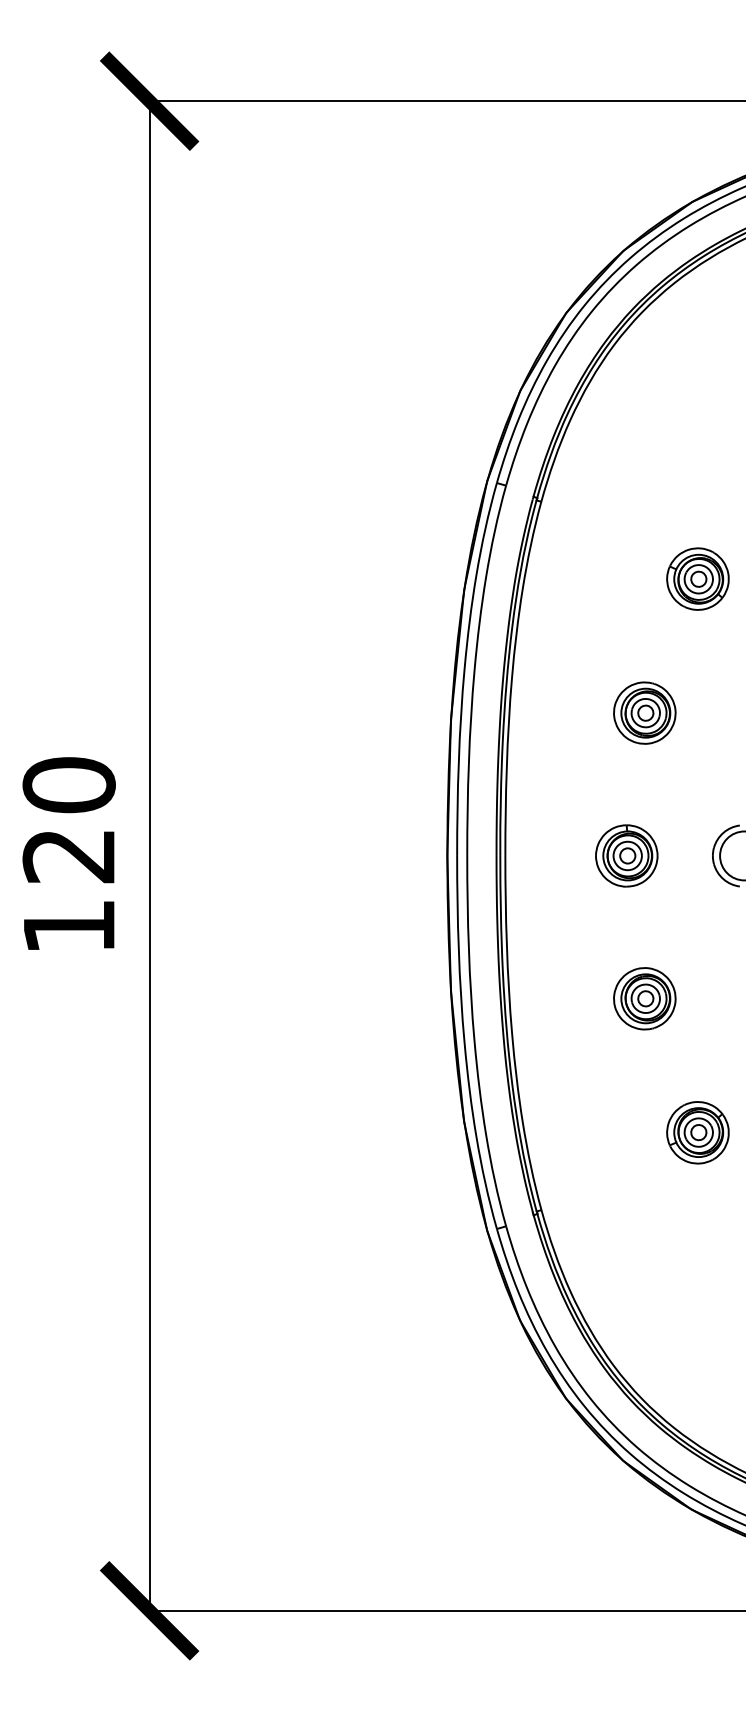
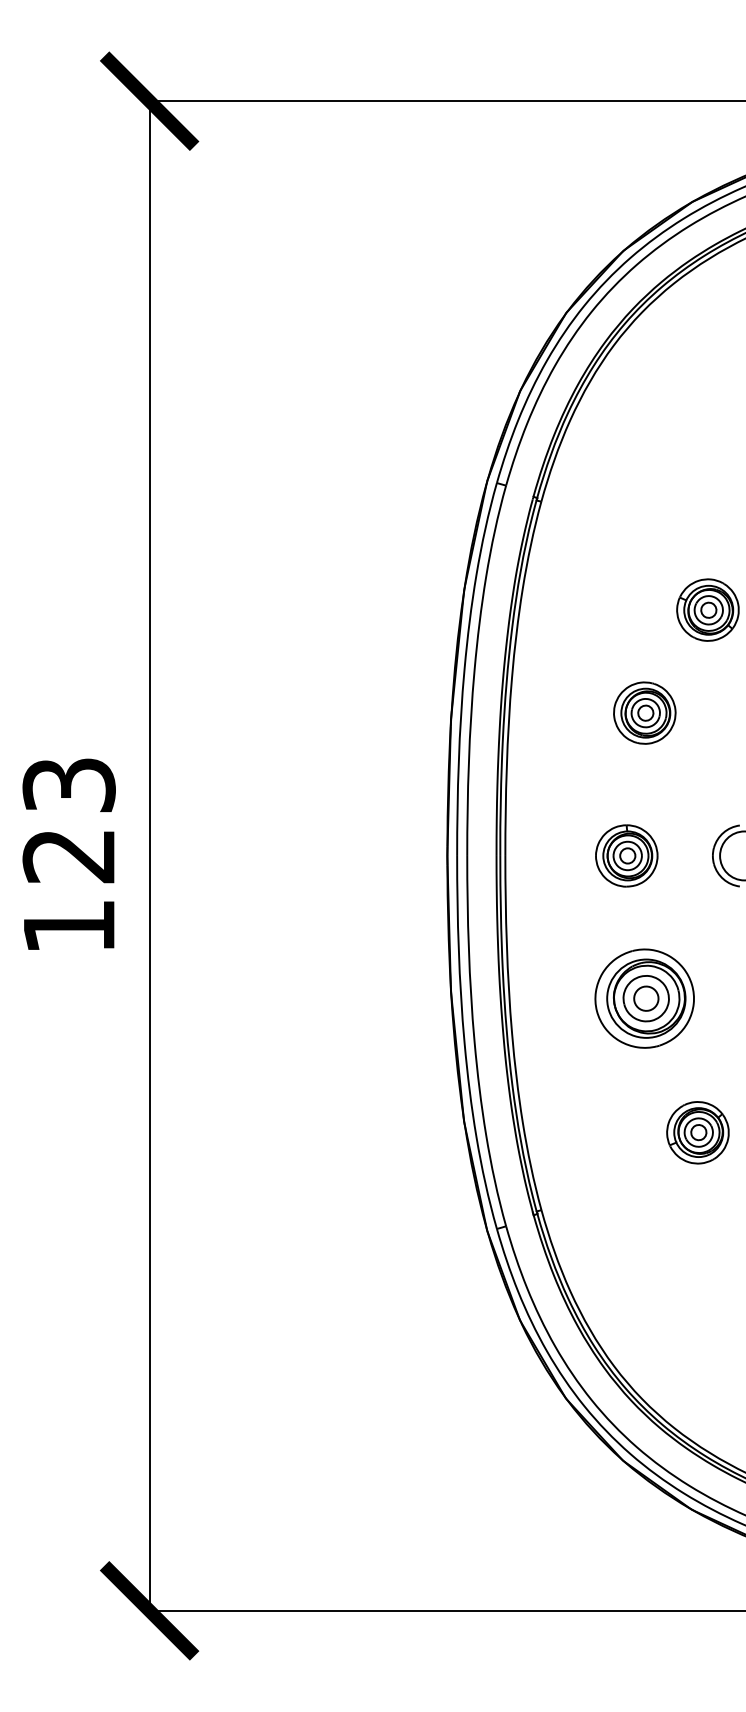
part at (697, 578) position: (697, 578) -> (707, 609)
text at (68, 785): 120 -> 123
part at (644, 998) size: 64x64 px -> 101x101 px
